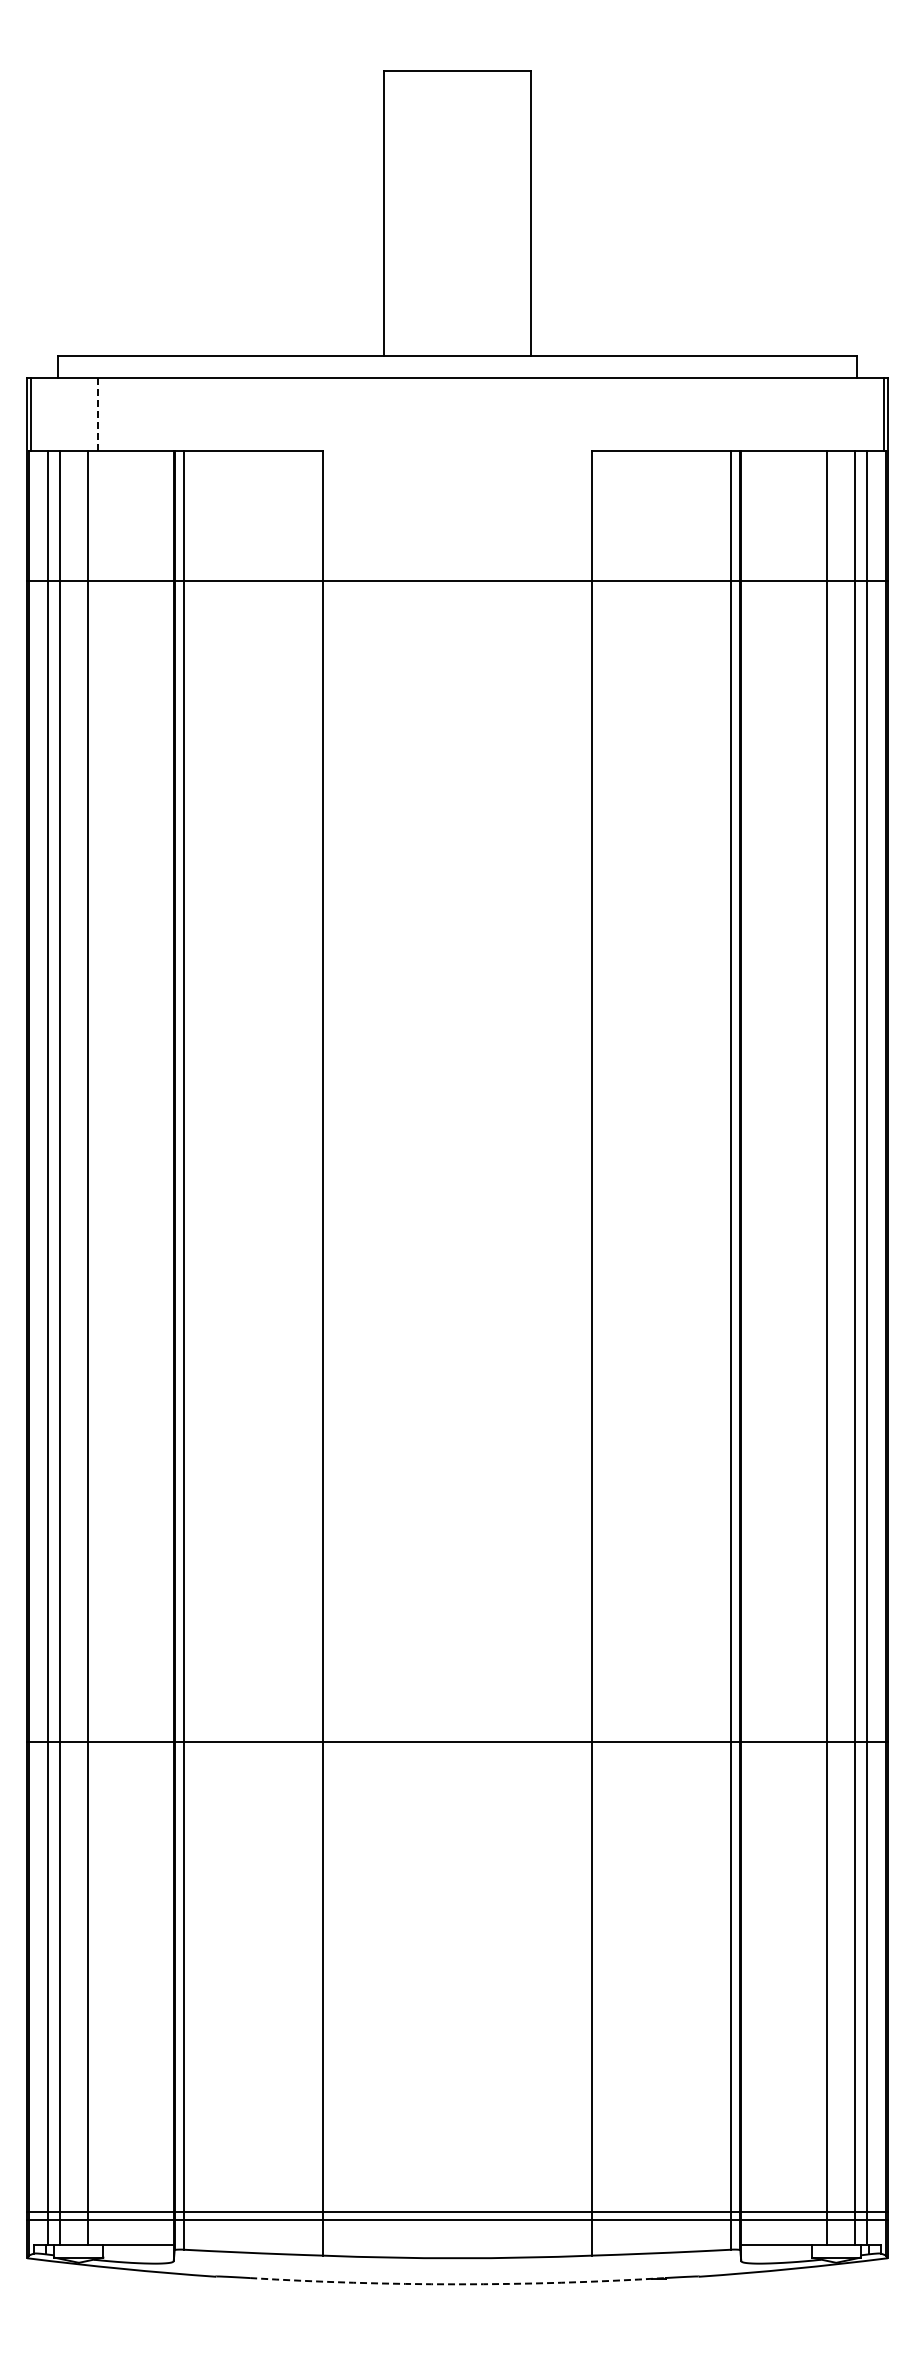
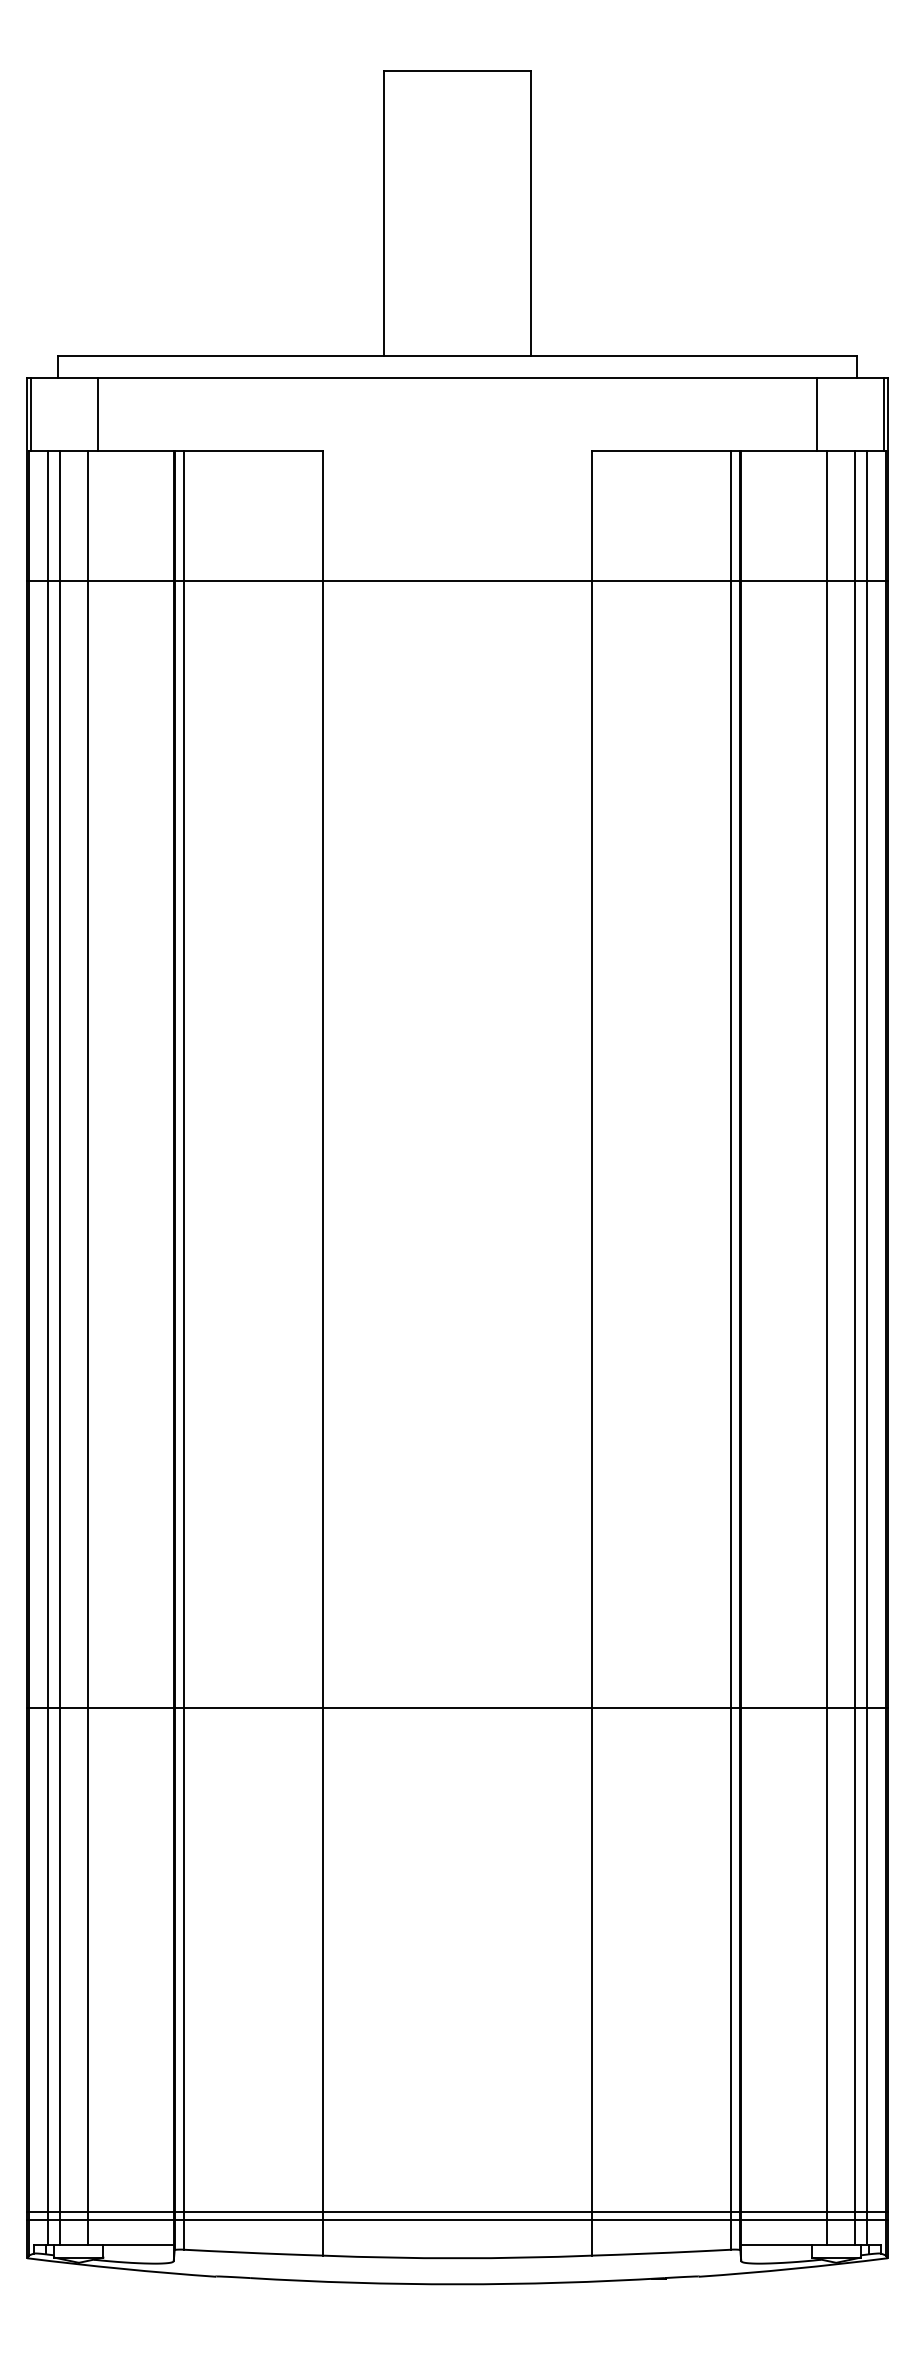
line at (98, 414): dashed -> solid
line at (816, 414): none -> present
line at (457, 1741) position: (457, 1741) -> (457, 1707)
arc at (457, 2284): dashed -> solid
